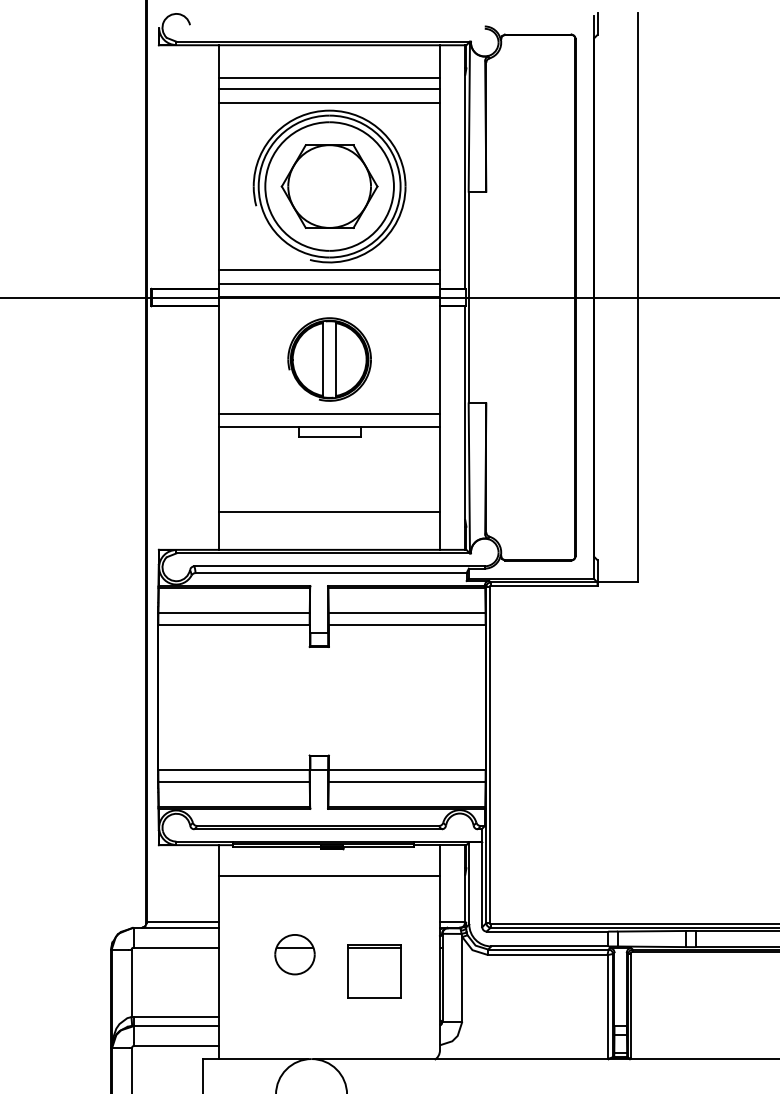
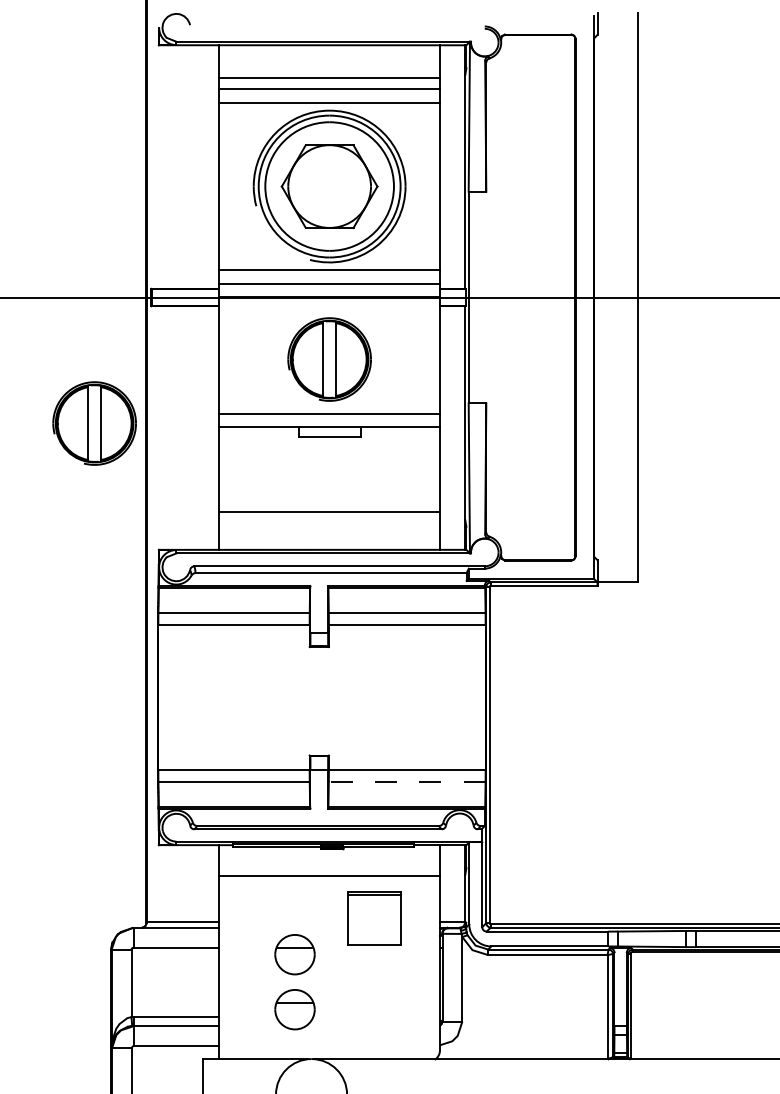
part at (94, 423): none -> present
line at (406, 781): solid -> dashed
part at (374, 971) position: (374, 971) -> (374, 918)
part at (294, 1009): none -> present
